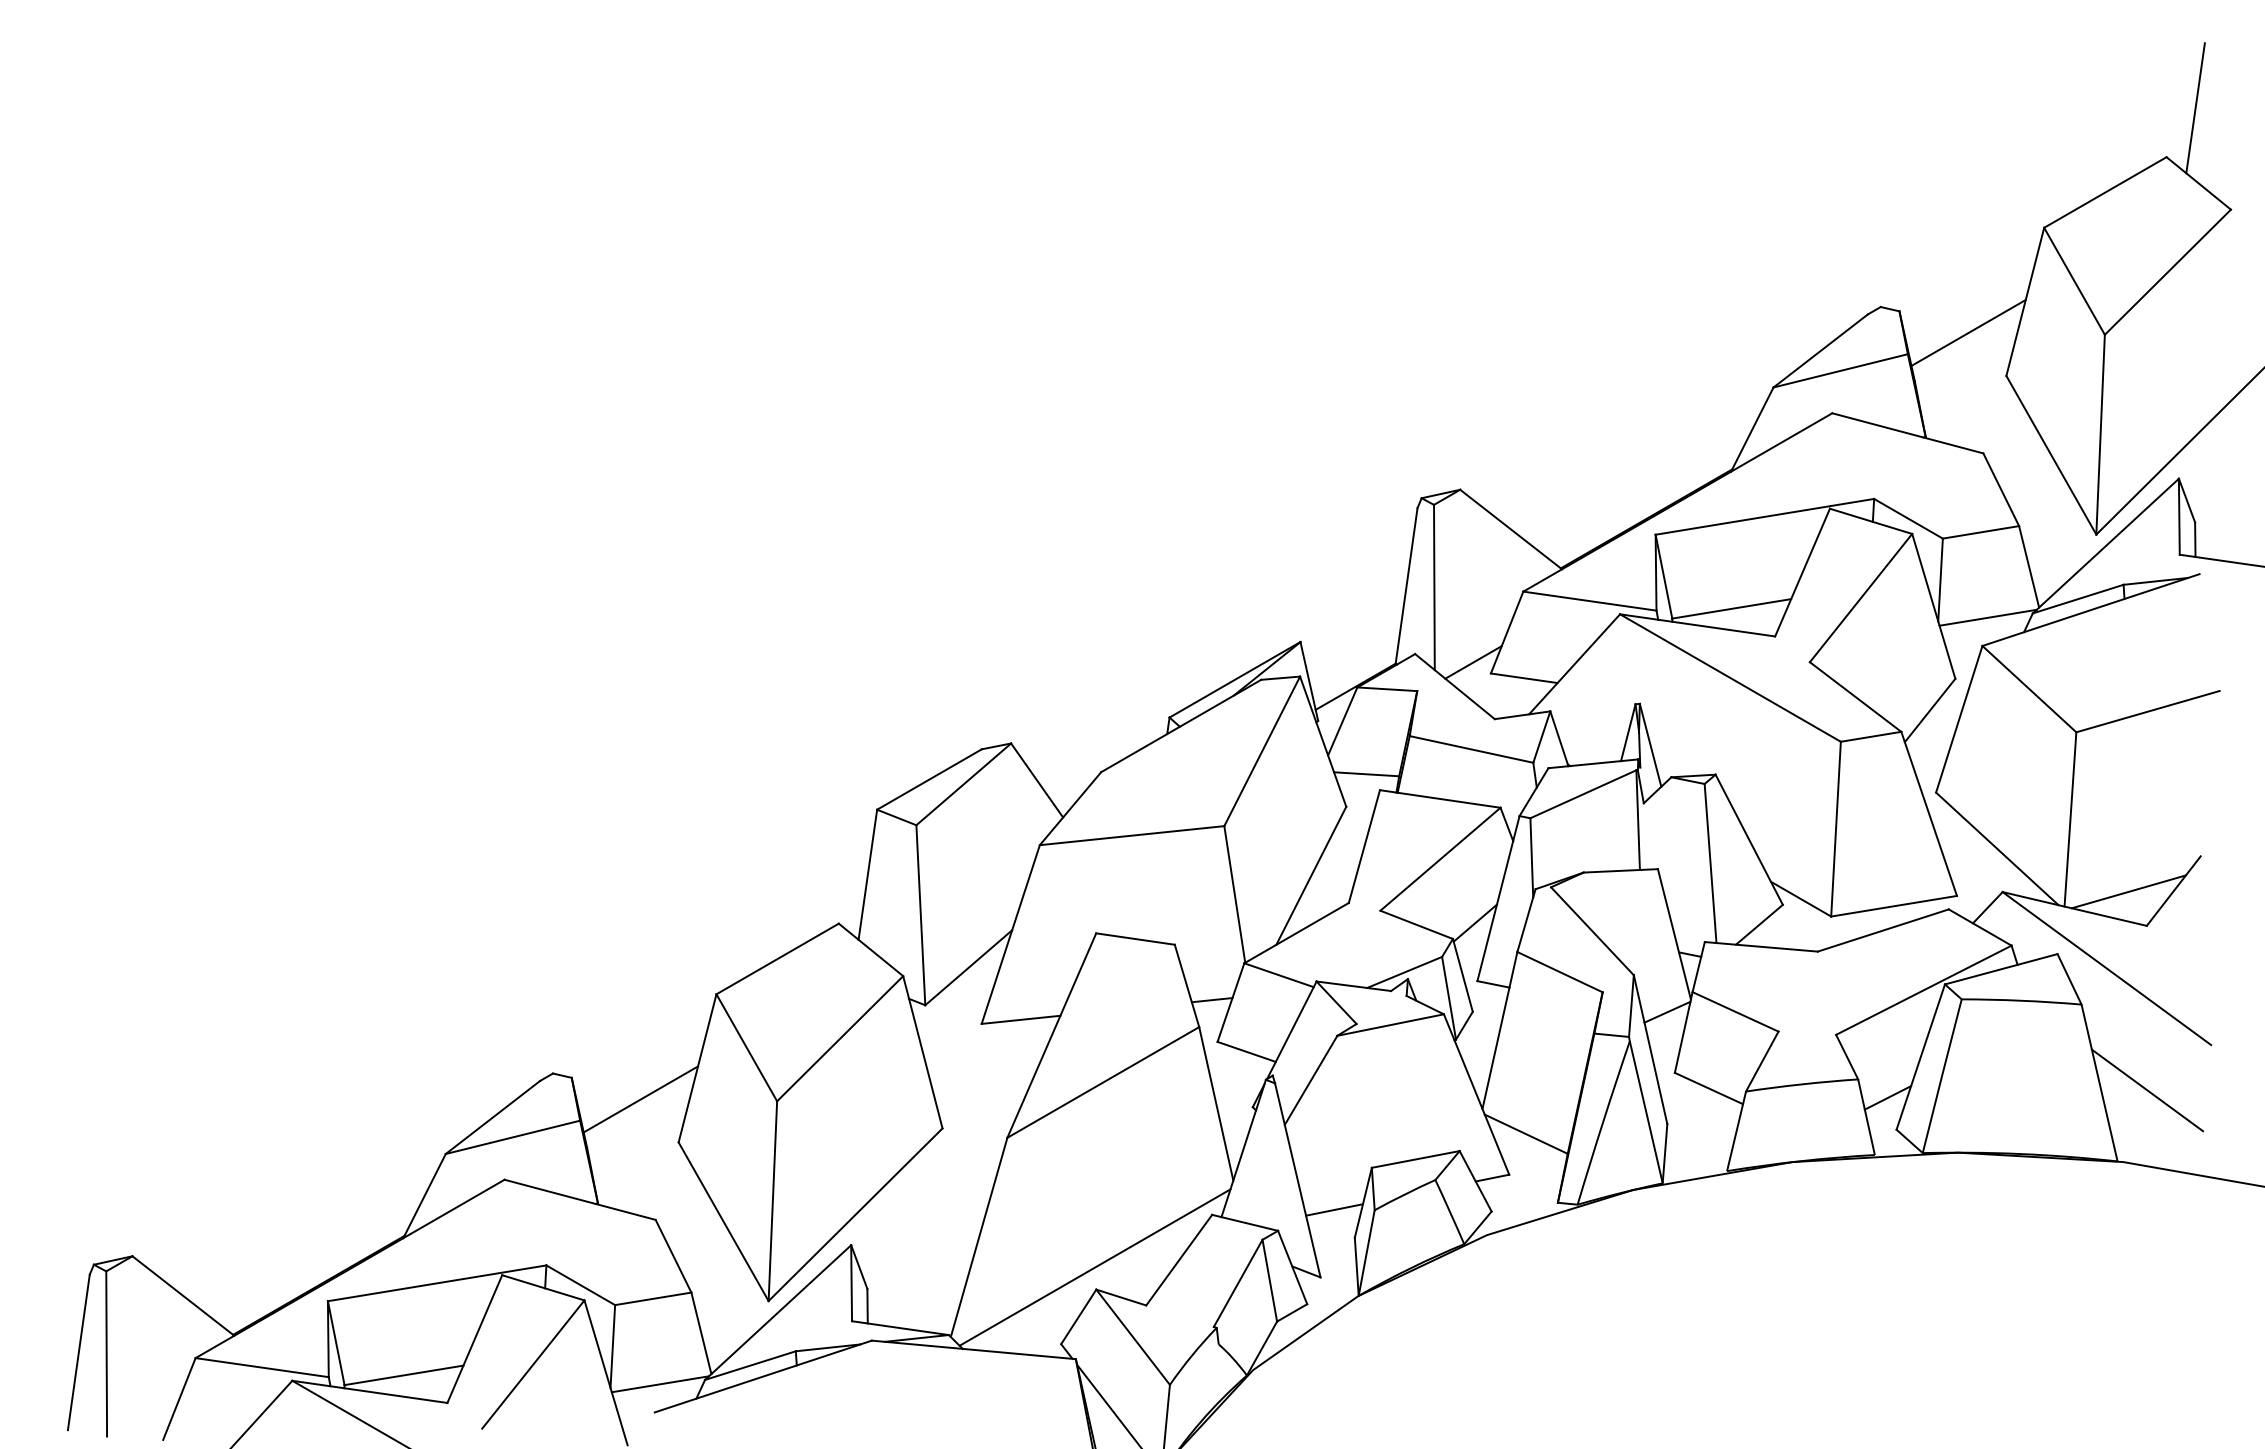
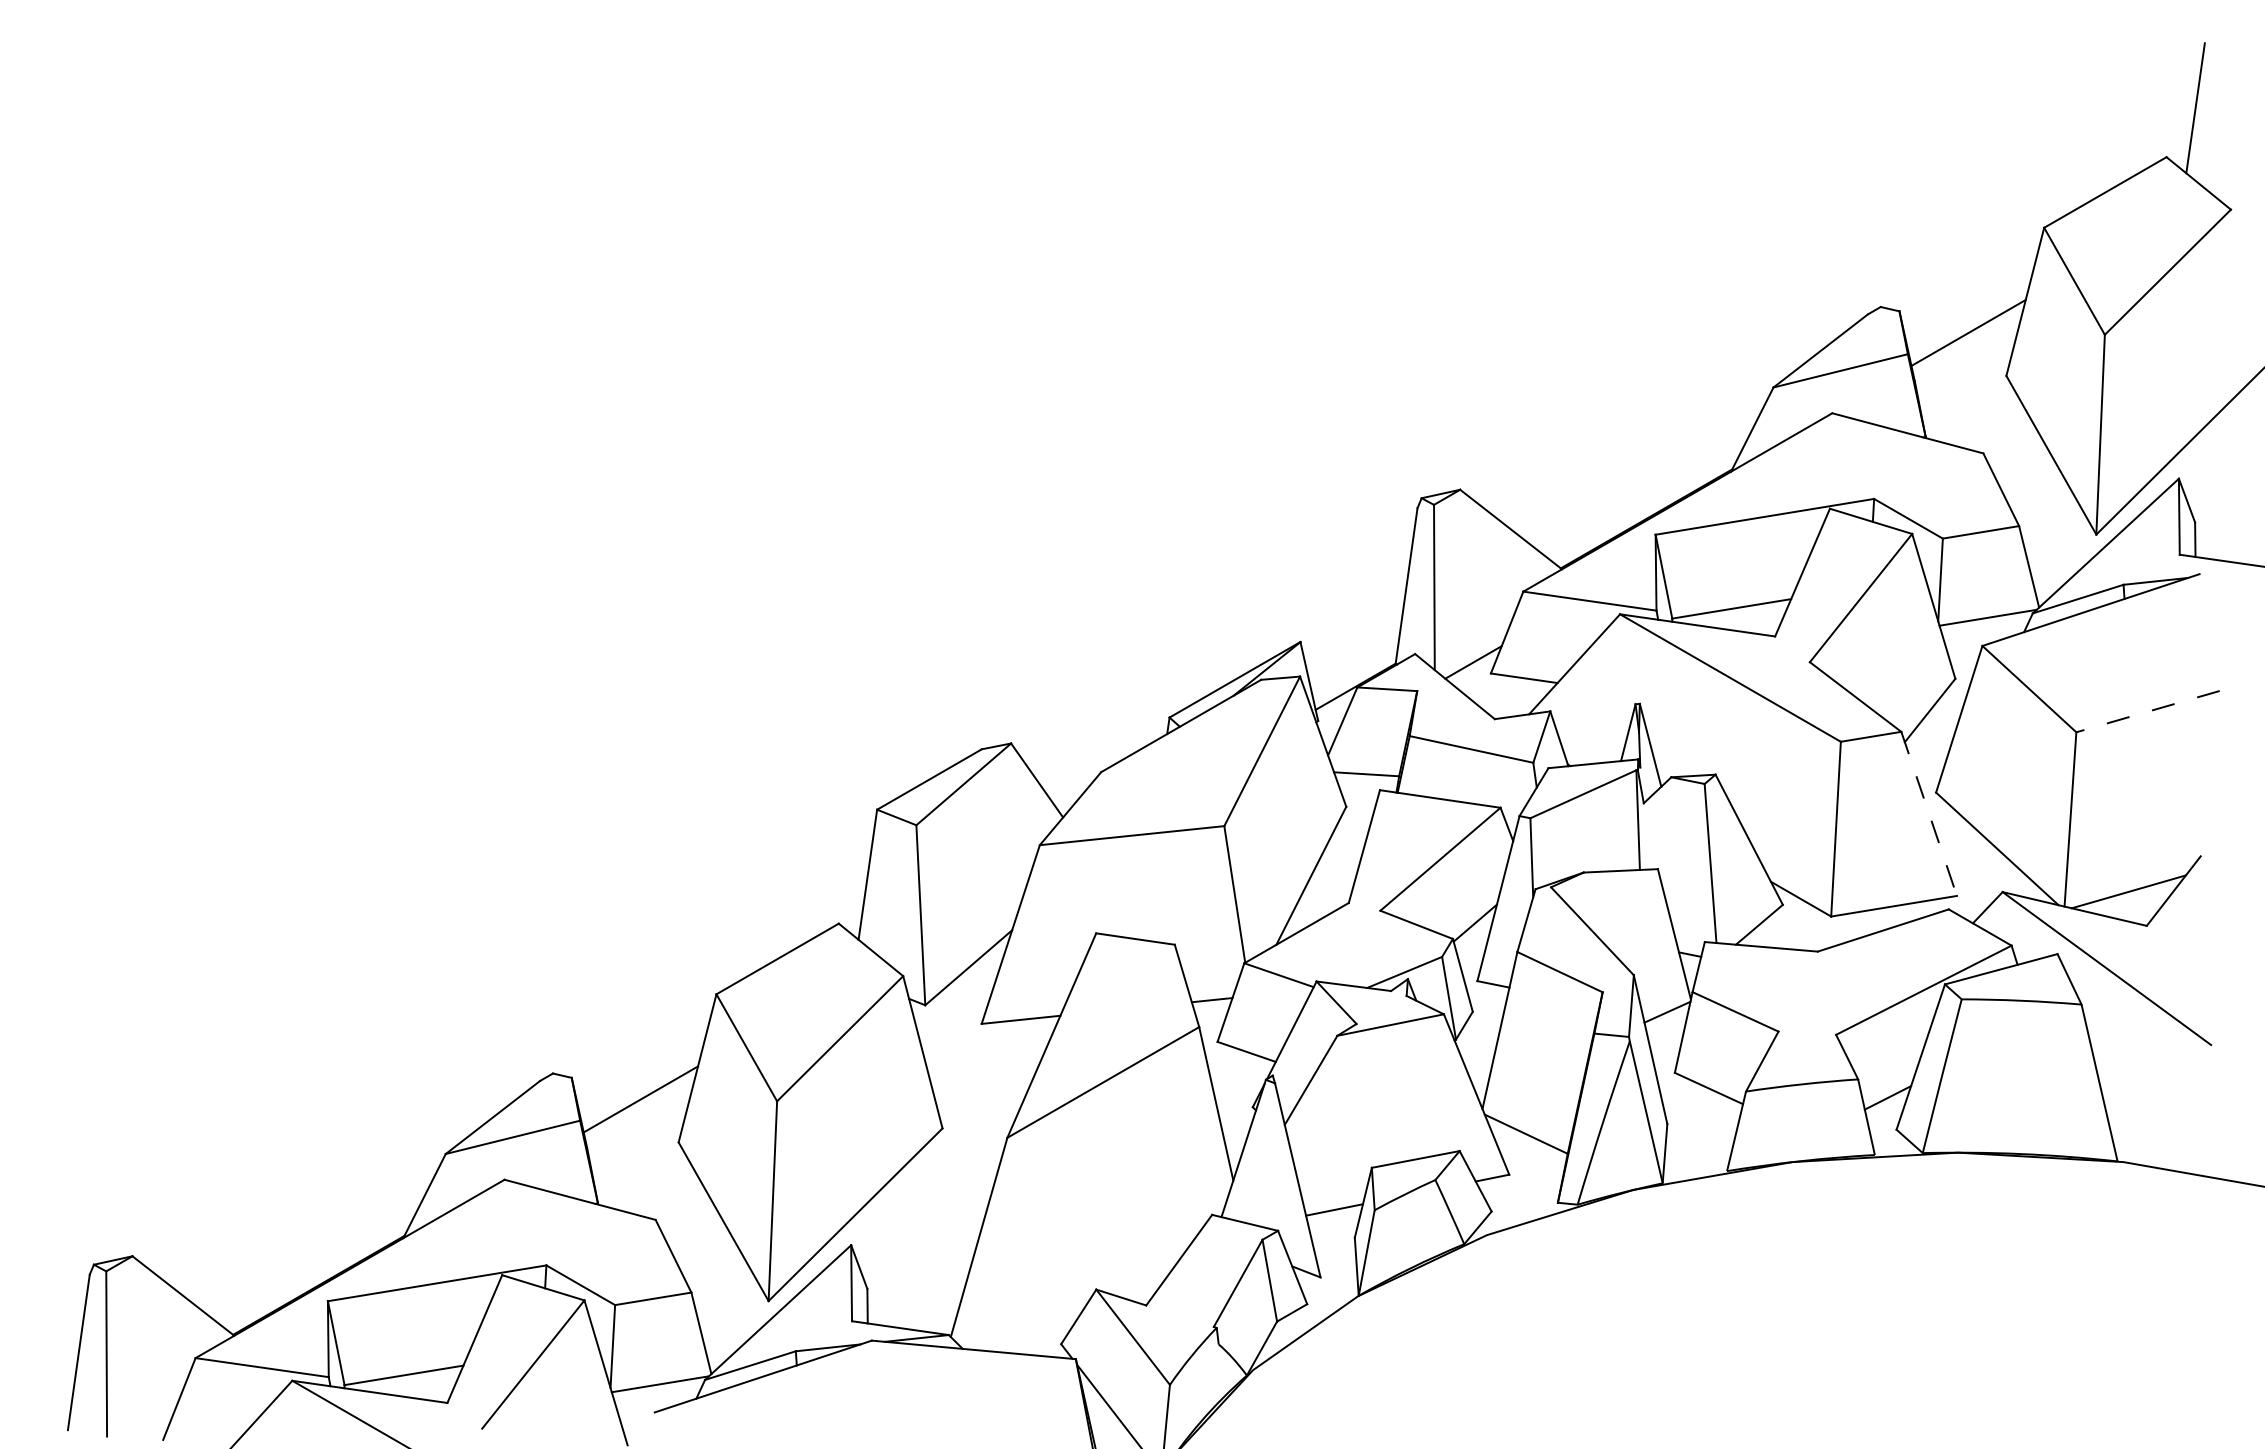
line at (2148, 711): solid -> dashed
line at (1929, 813): solid -> dashed
line at (2147, 1090): present -> none
line at (1094, 1267): present -> none
